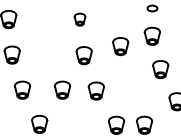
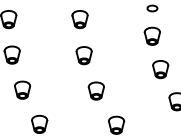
part at (79, 19) size: 14x15 px -> 18x20 px
part at (120, 46): present -> none
part at (62, 89): present -> none
part at (144, 124): present -> none
